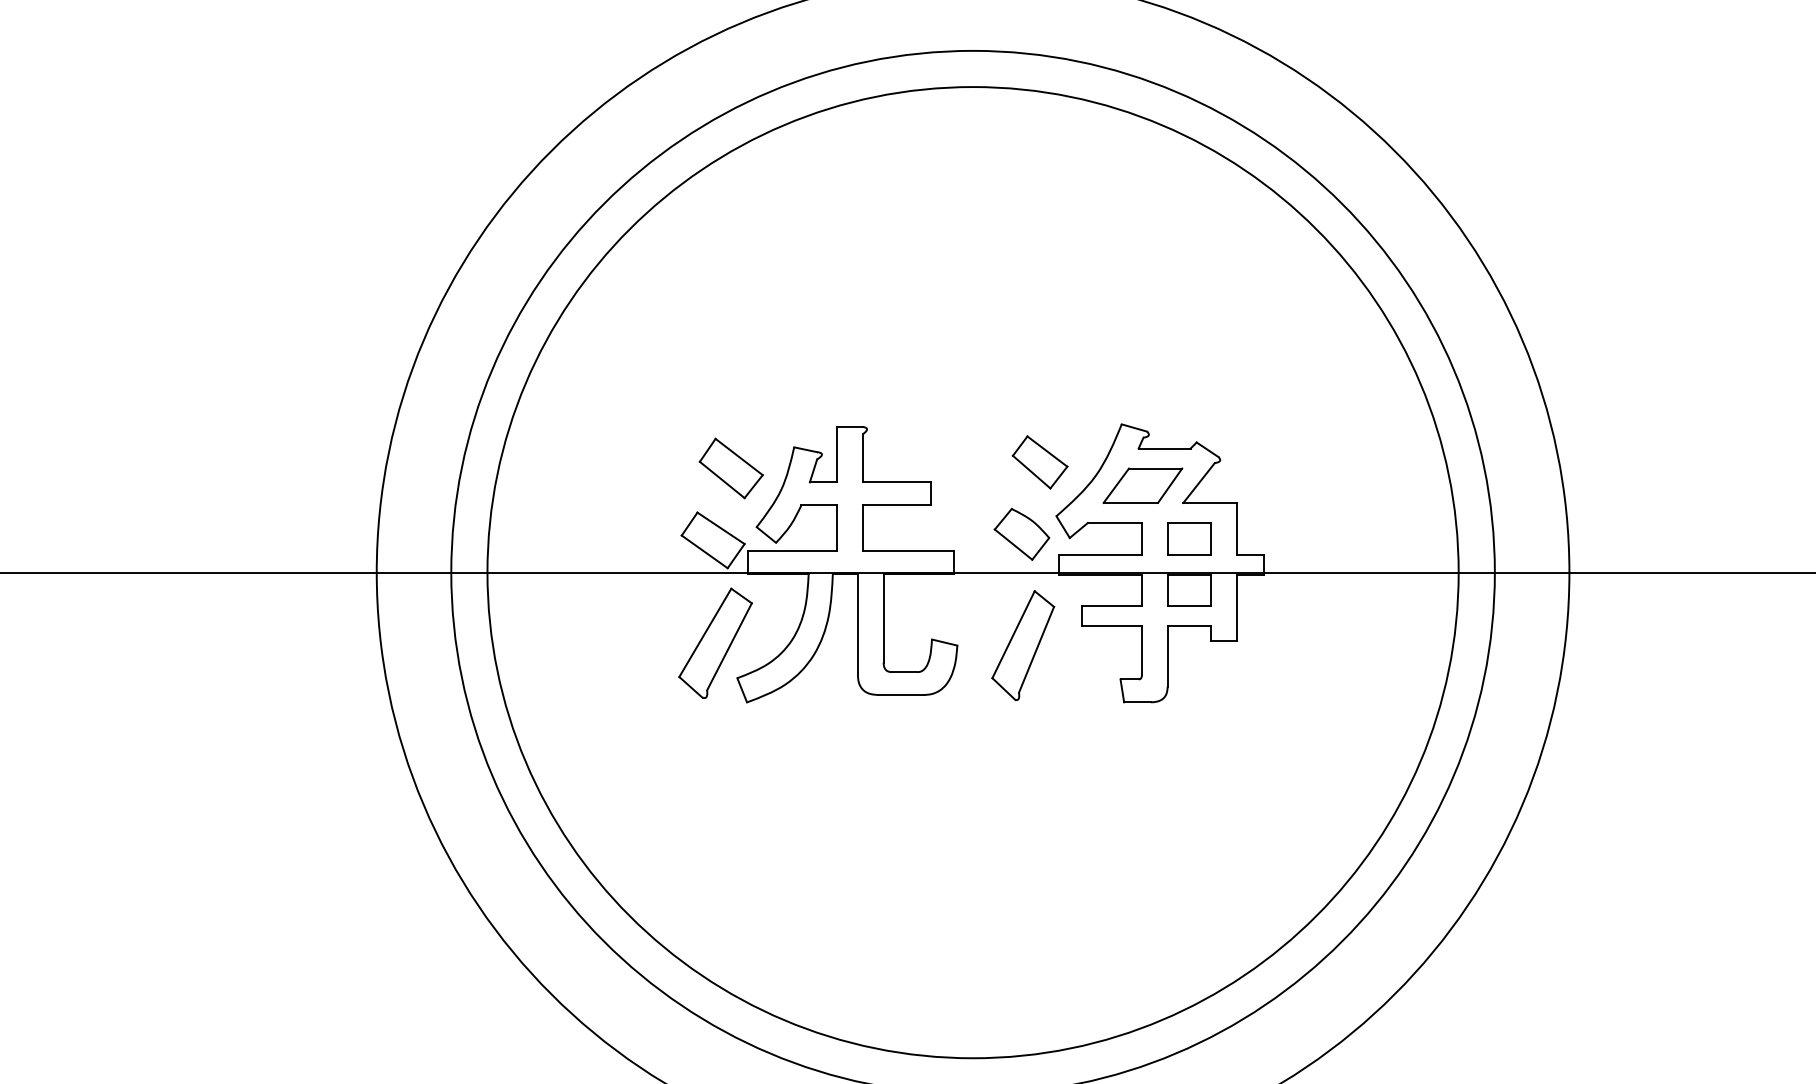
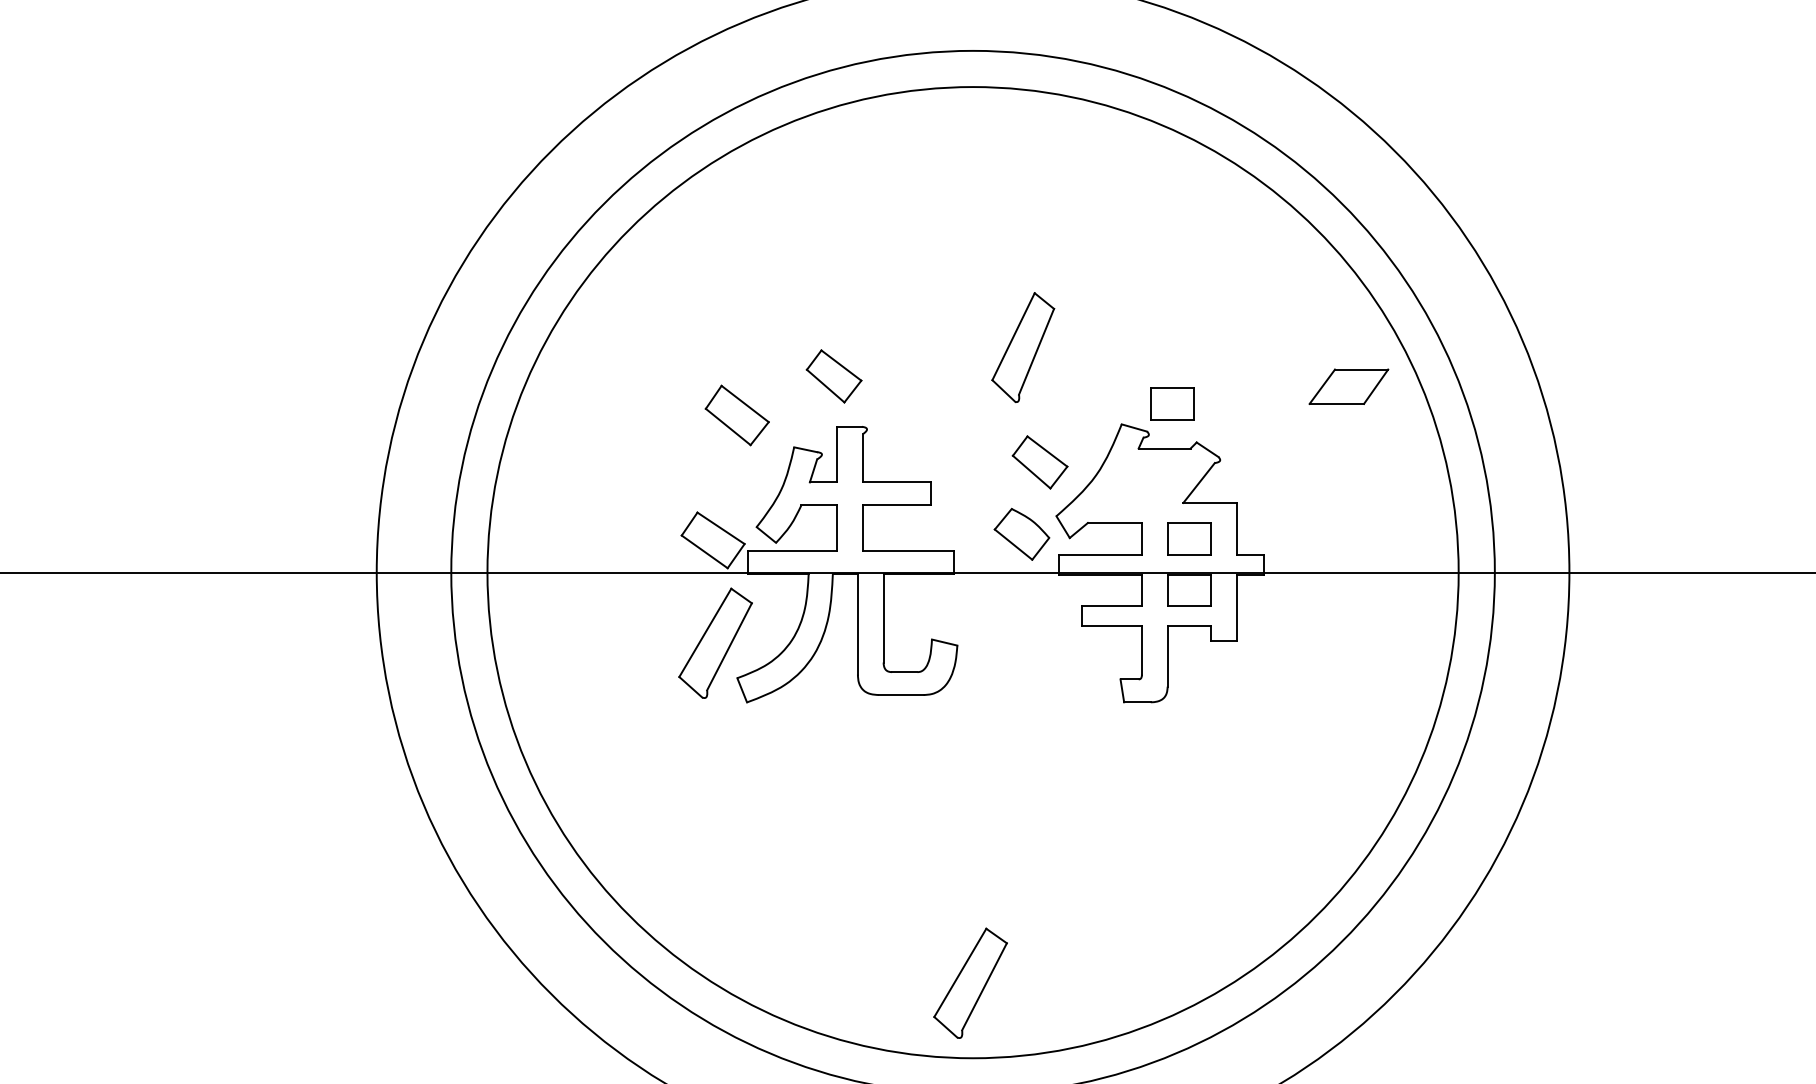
part at (833, 376): none -> present
part at (1172, 403): none -> present
part at (730, 468) position: (730, 468) -> (736, 415)
part at (1142, 485) position: (1142, 485) -> (1348, 386)
part at (1023, 645) position: (1023, 645) -> (1023, 347)
part at (970, 982): none -> present
